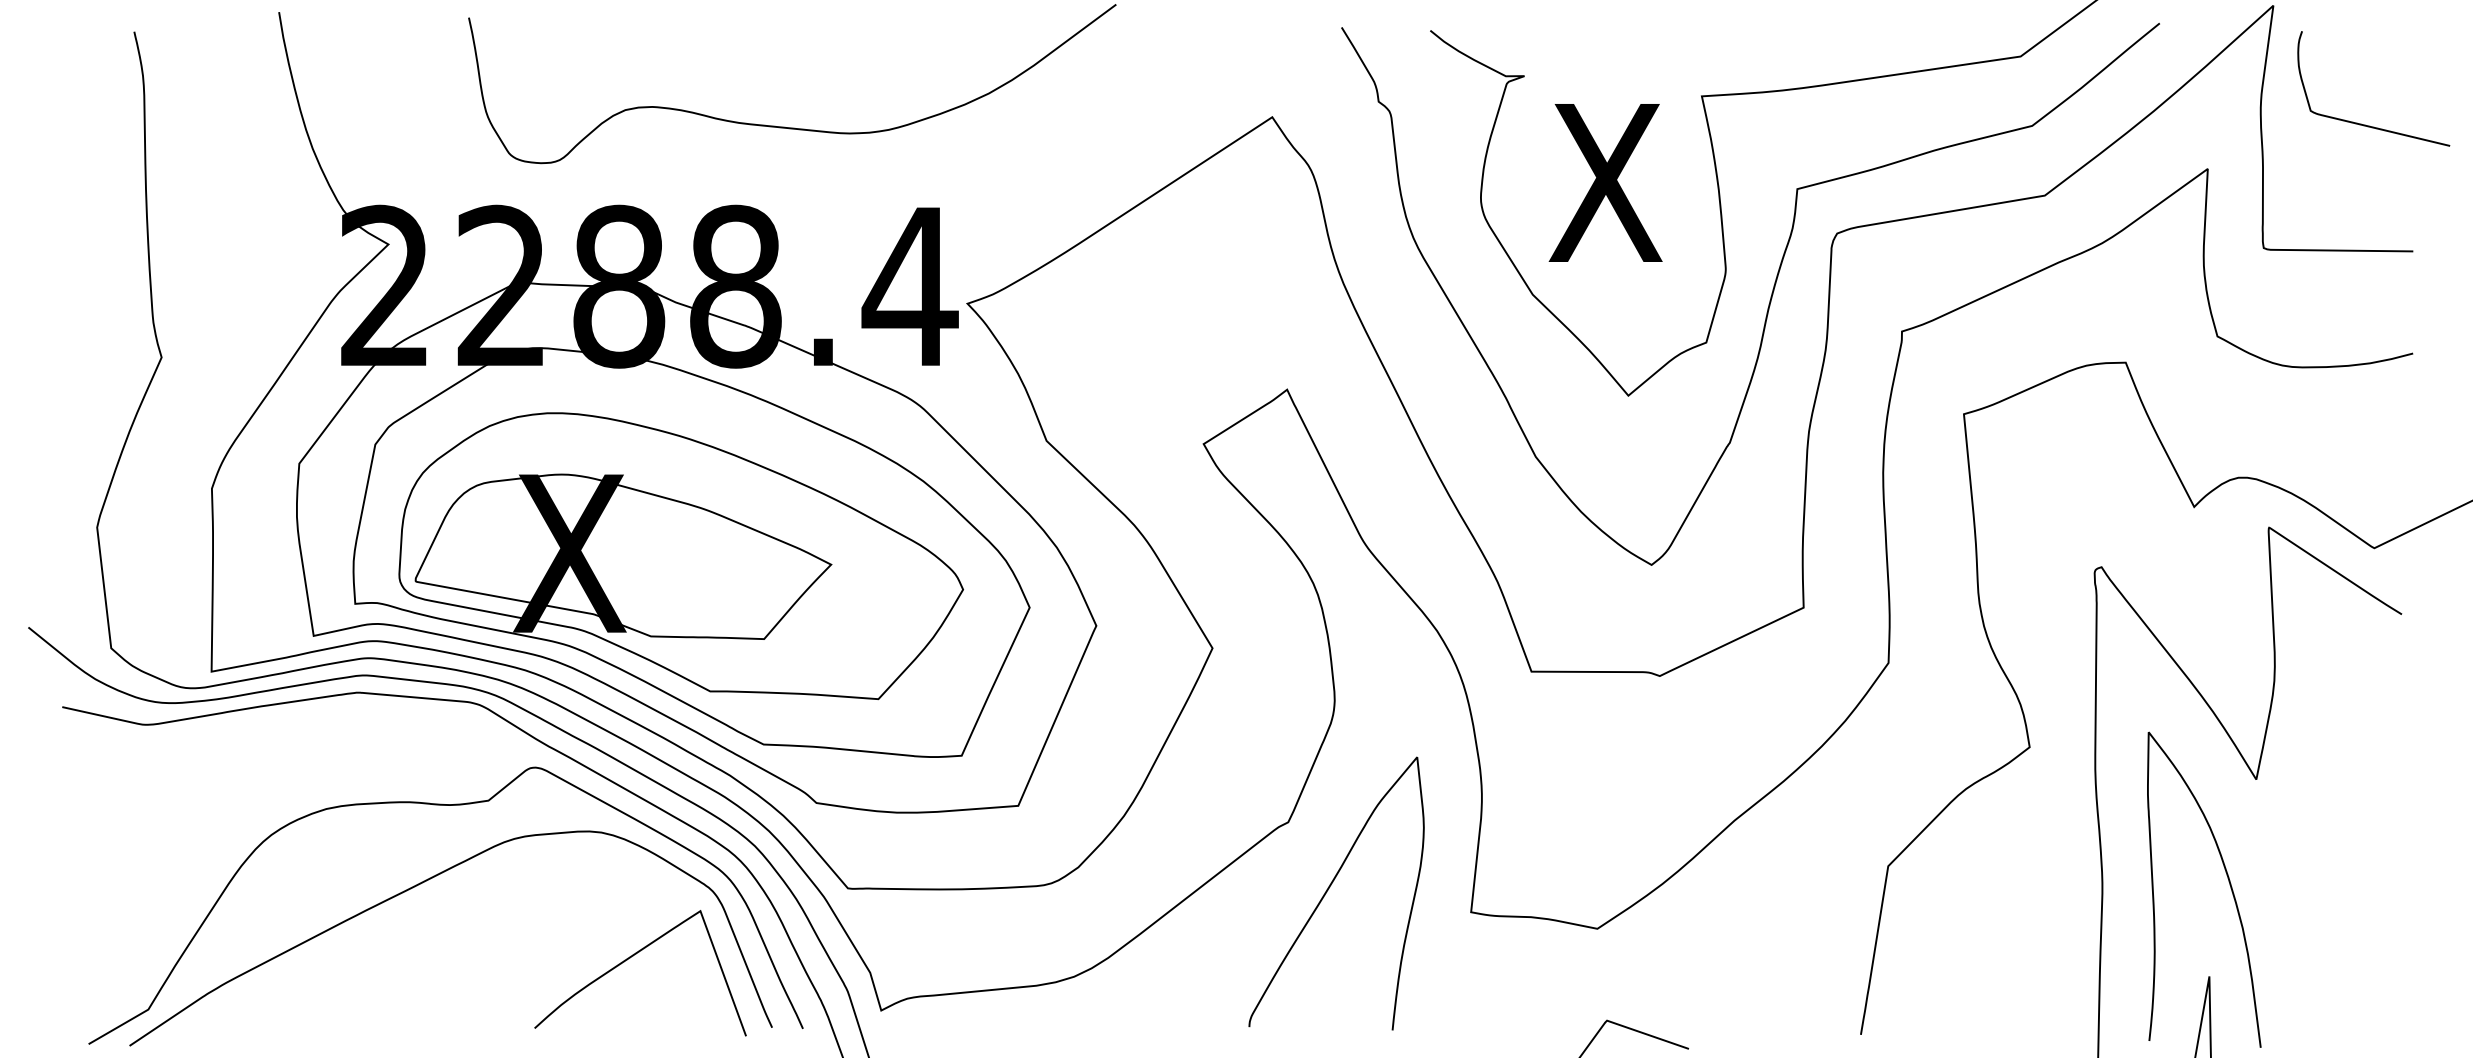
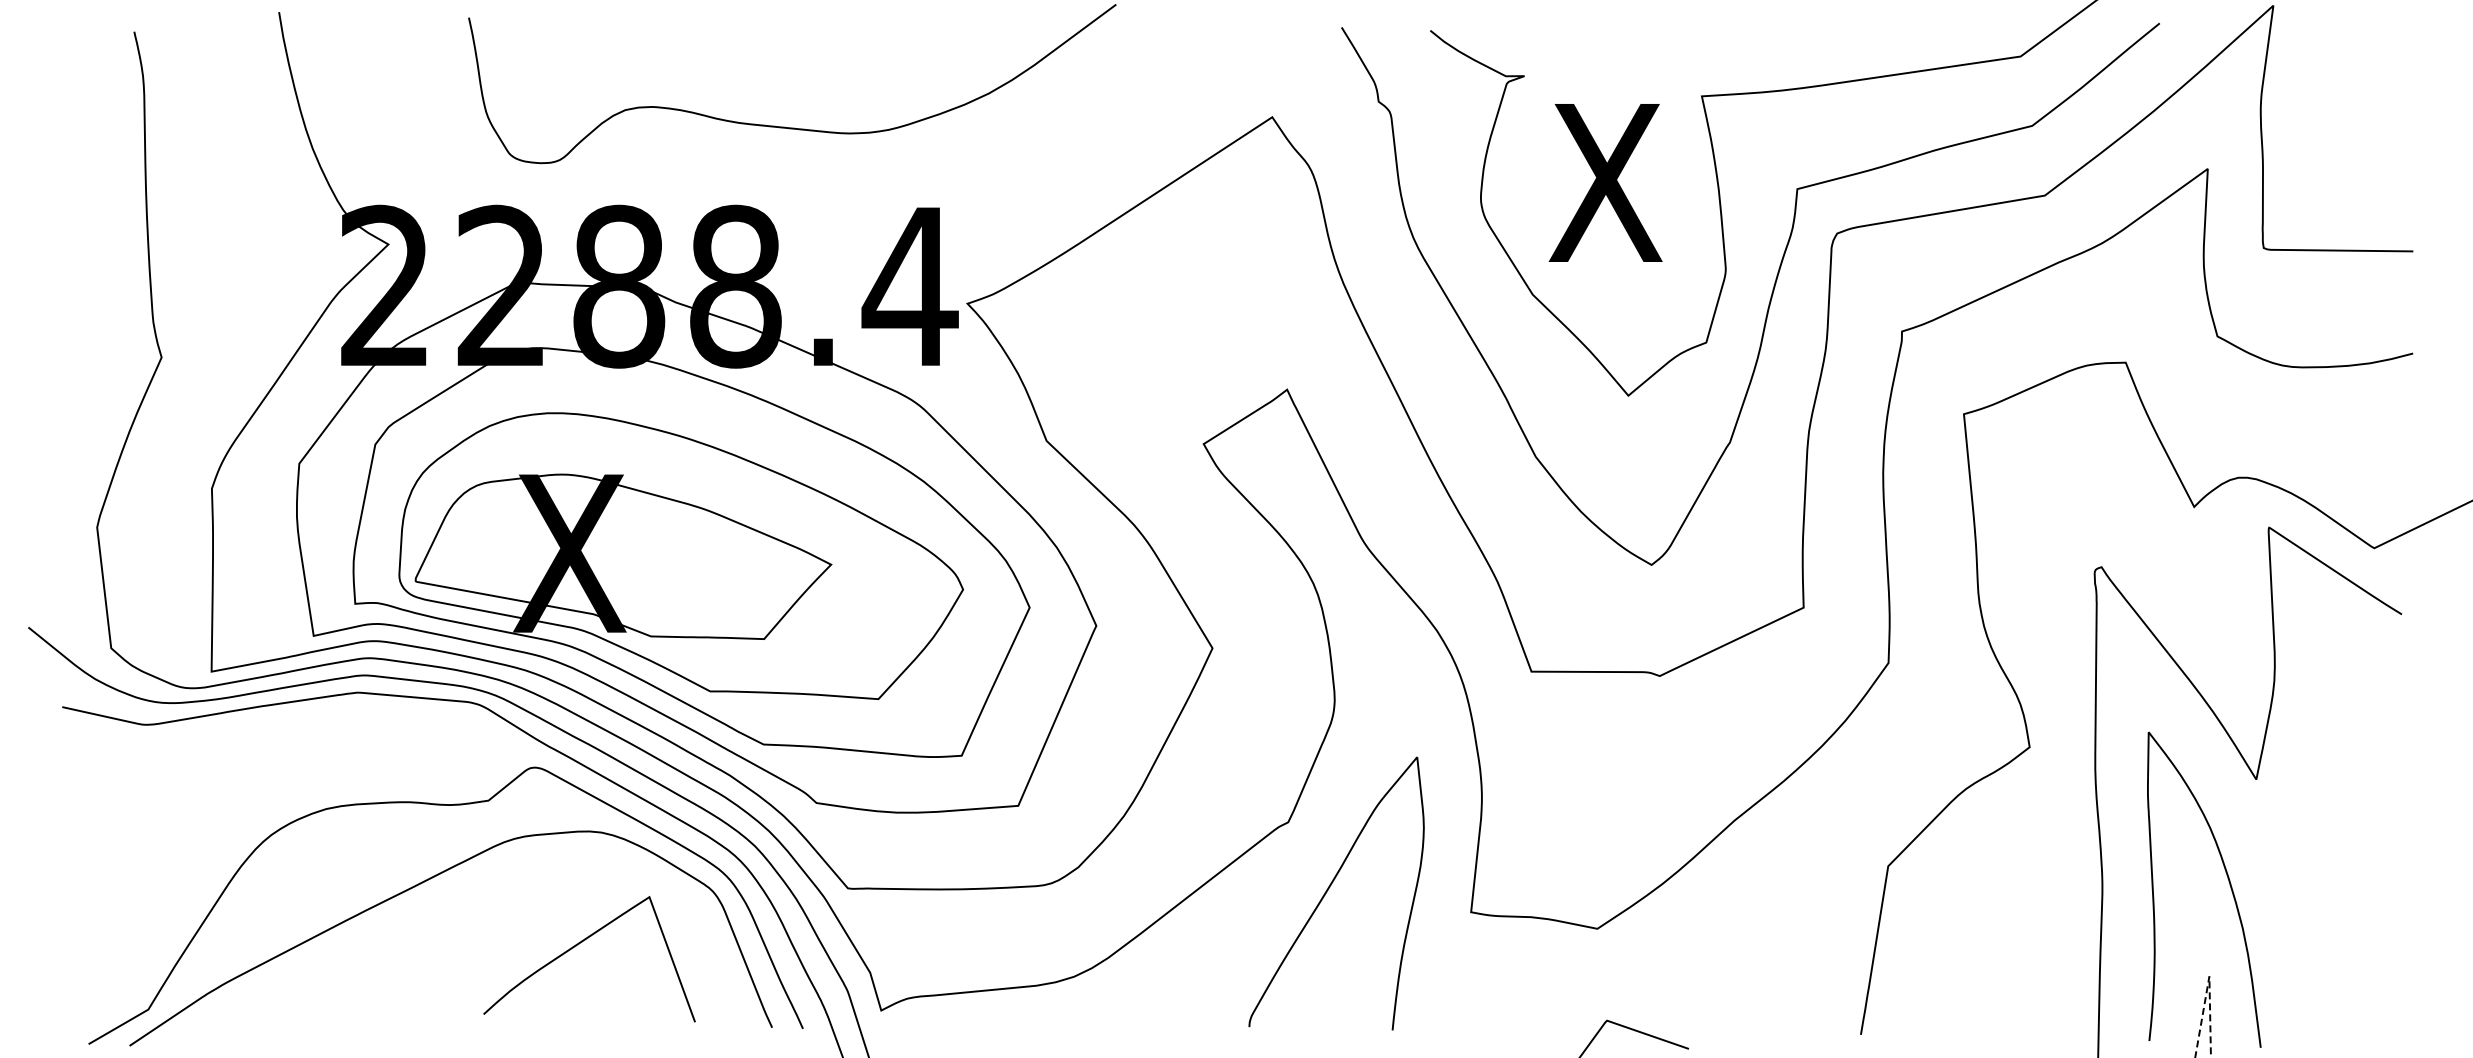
curve at (2365, 124): present -> none
curve at (630, 958) position: (630, 958) -> (579, 944)
line at (2209, 976): solid -> dashed
